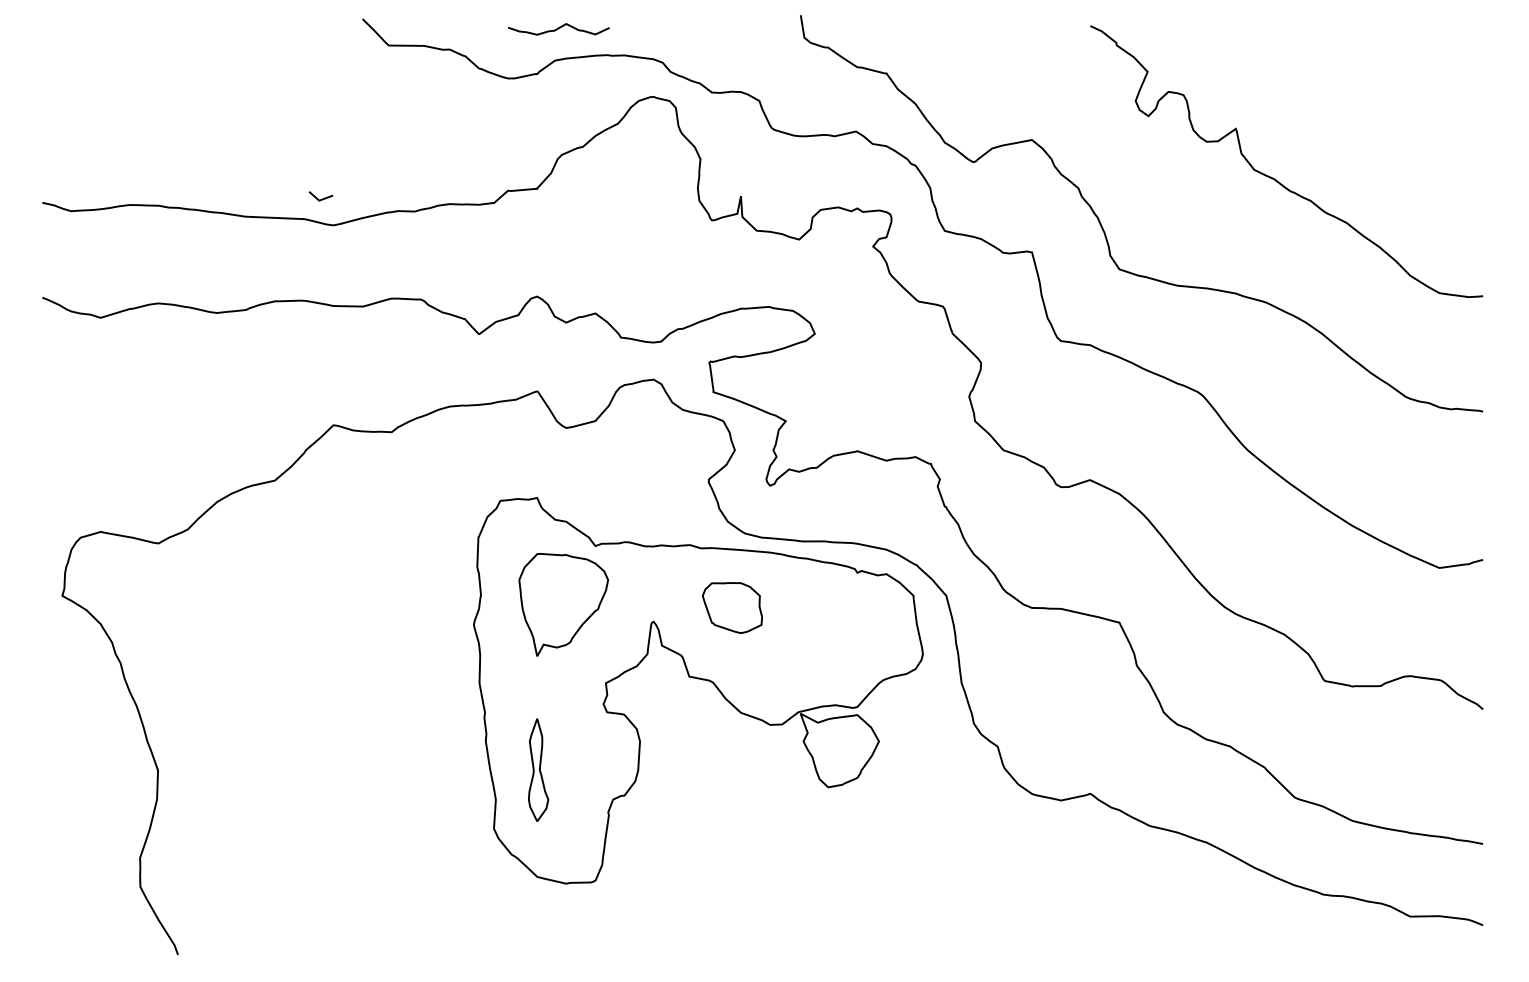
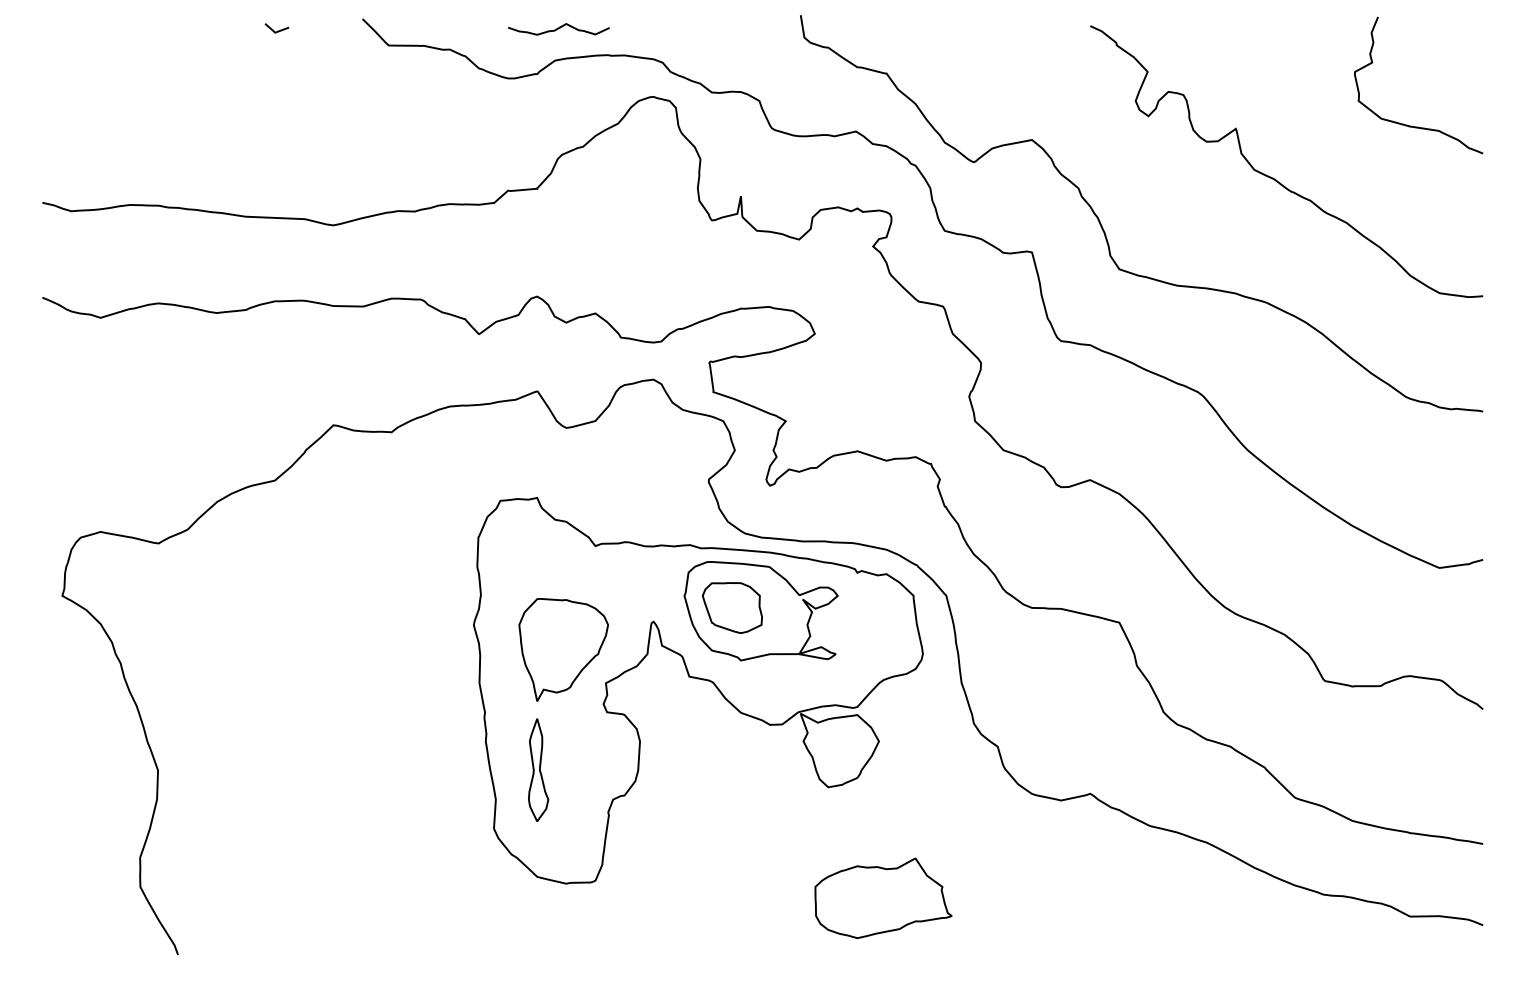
curve at (1407, 124): none -> present
line at (321, 198) position: (321, 198) -> (277, 30)
part at (563, 604) position: (563, 604) -> (563, 649)
part at (760, 611): none -> present
part at (883, 898): none -> present
